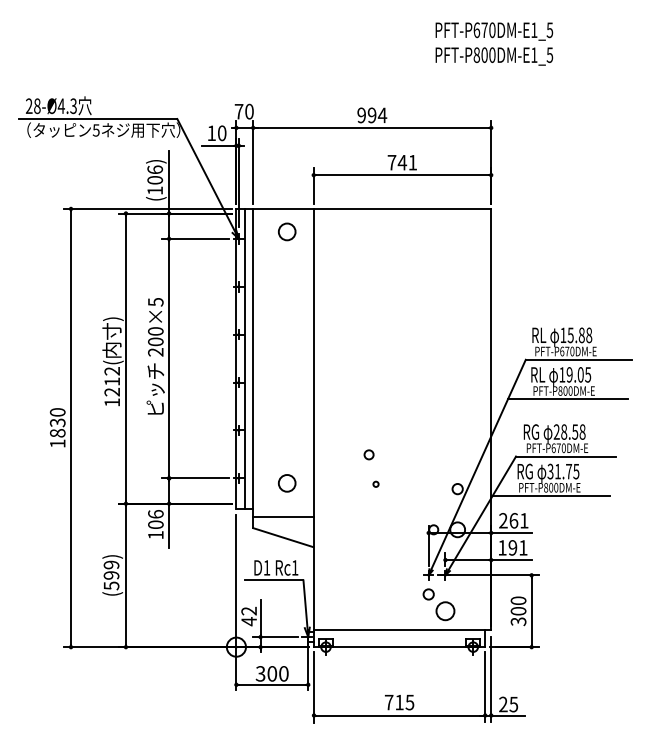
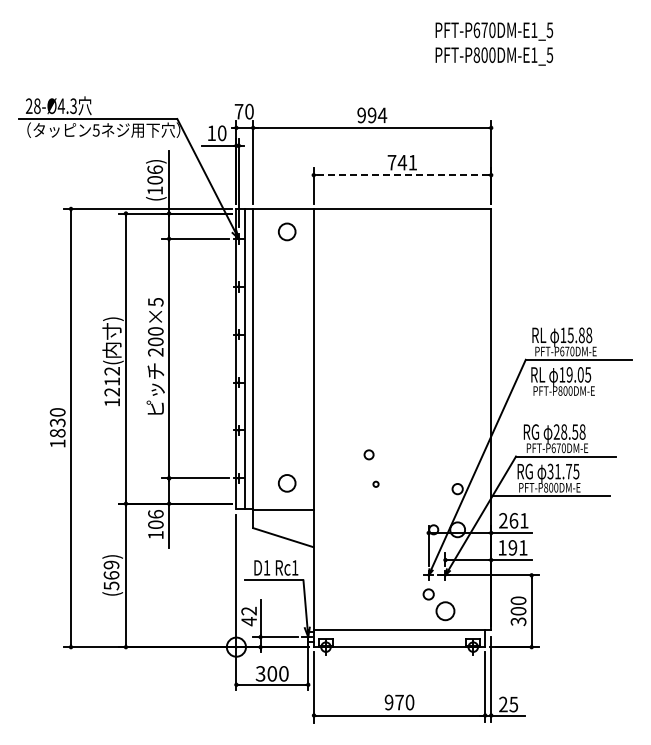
line at (401, 175): solid -> dashed
line at (567, 399): present -> none
line at (283, 516) position: (283, 516) -> (283, 509)
text at (111, 575): (599) -> (569)
text at (399, 702): 715 -> 970
